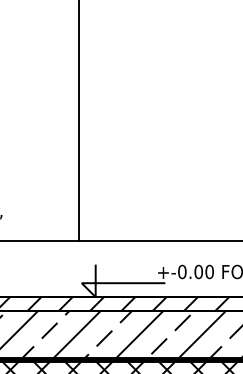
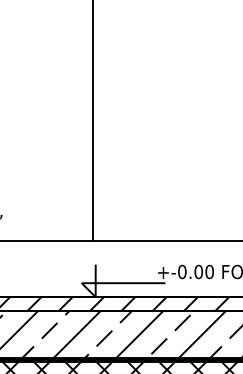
line at (78, 121) position: (78, 121) -> (92, 121)
